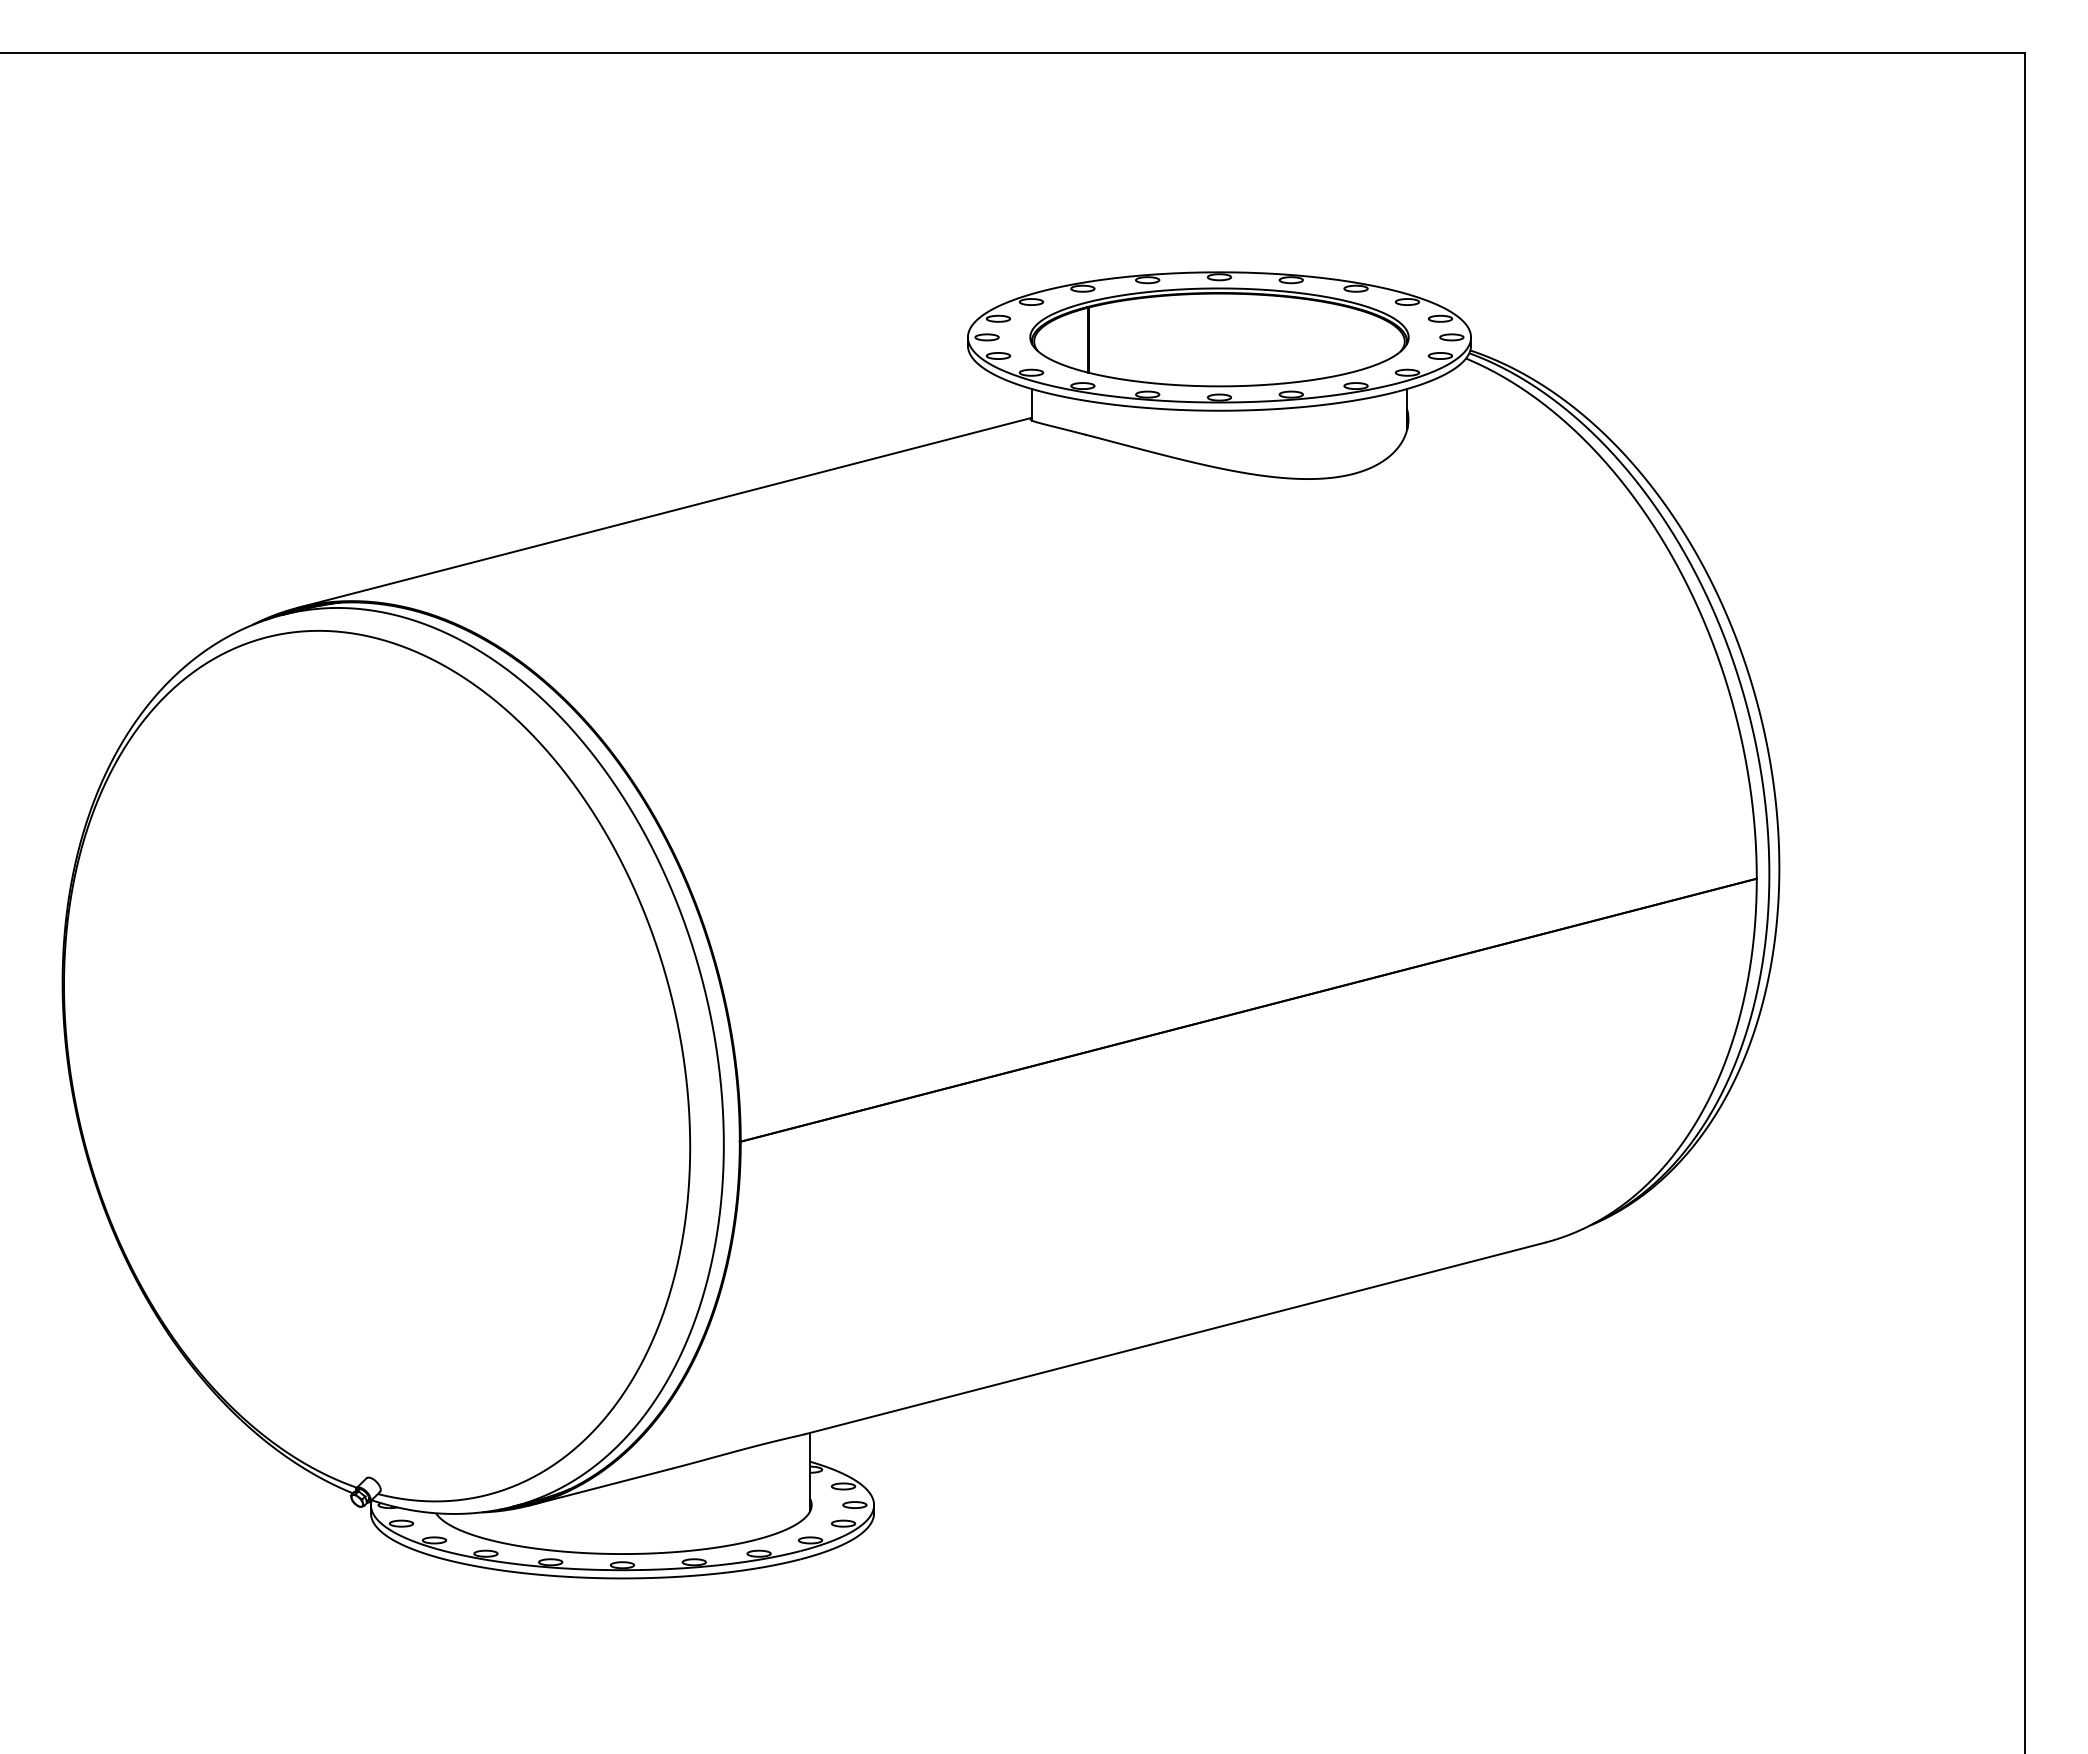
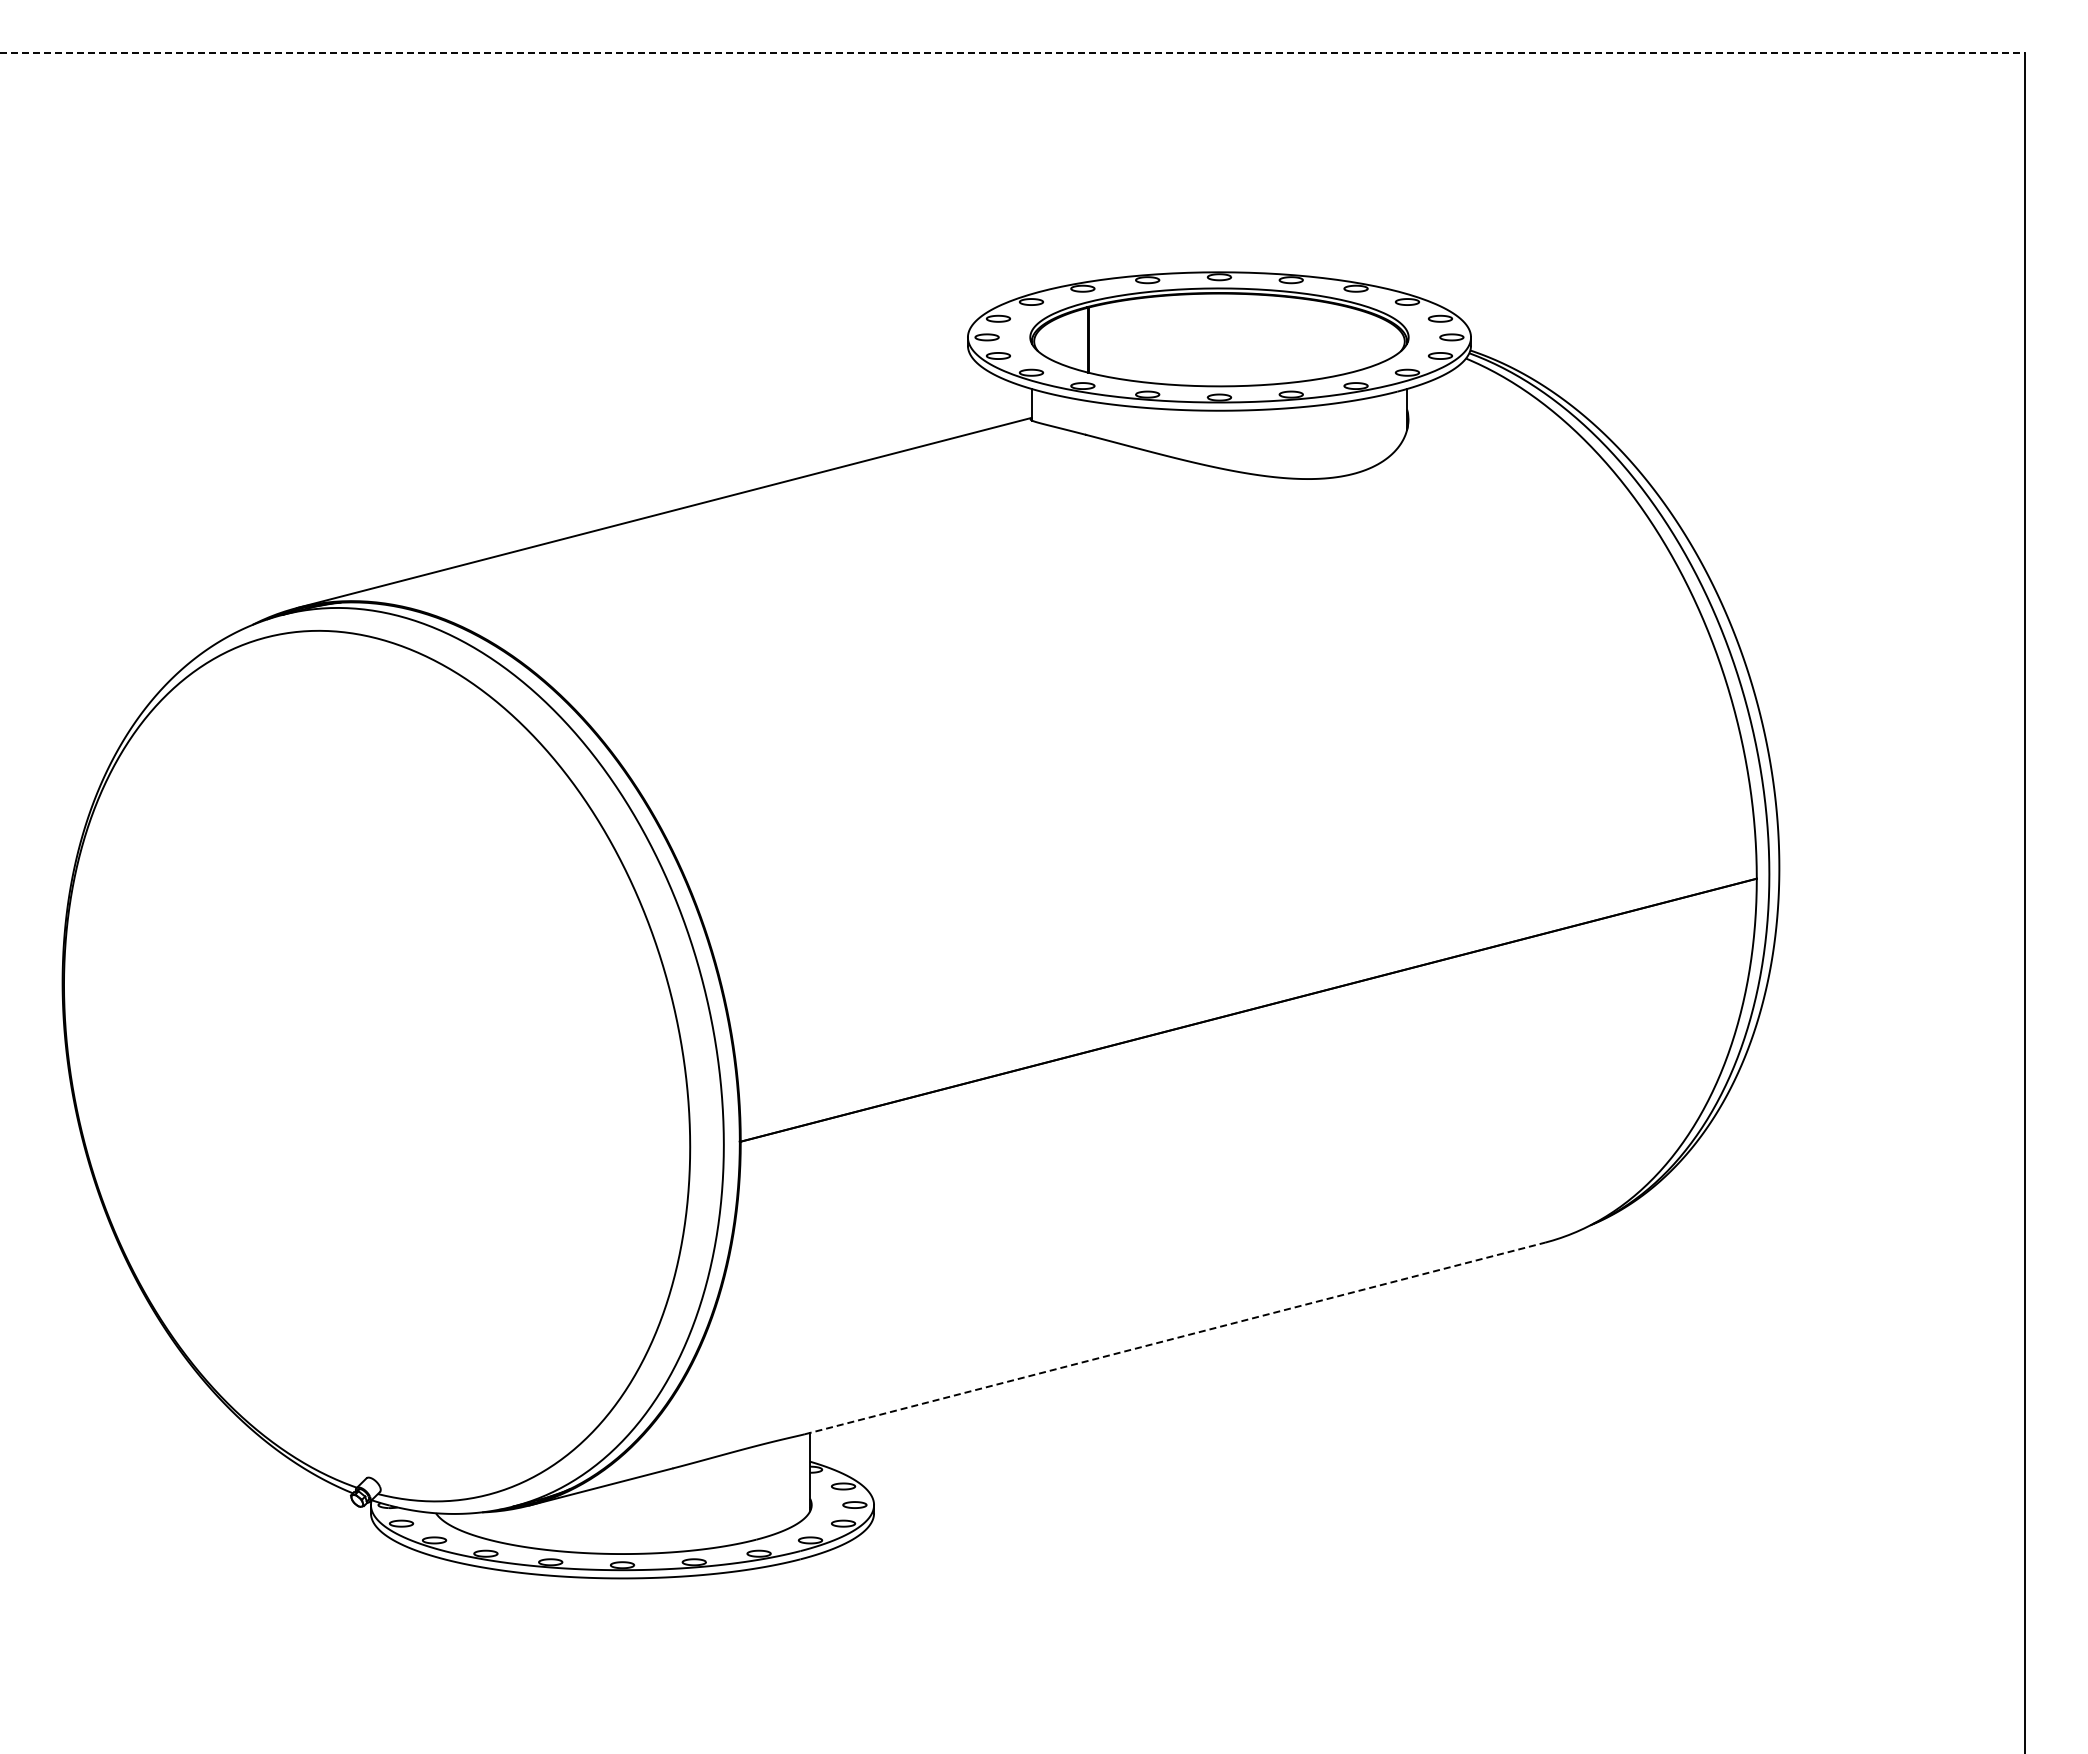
line at (1013, 52): solid -> dashed
line at (1175, 1338): solid -> dashed
